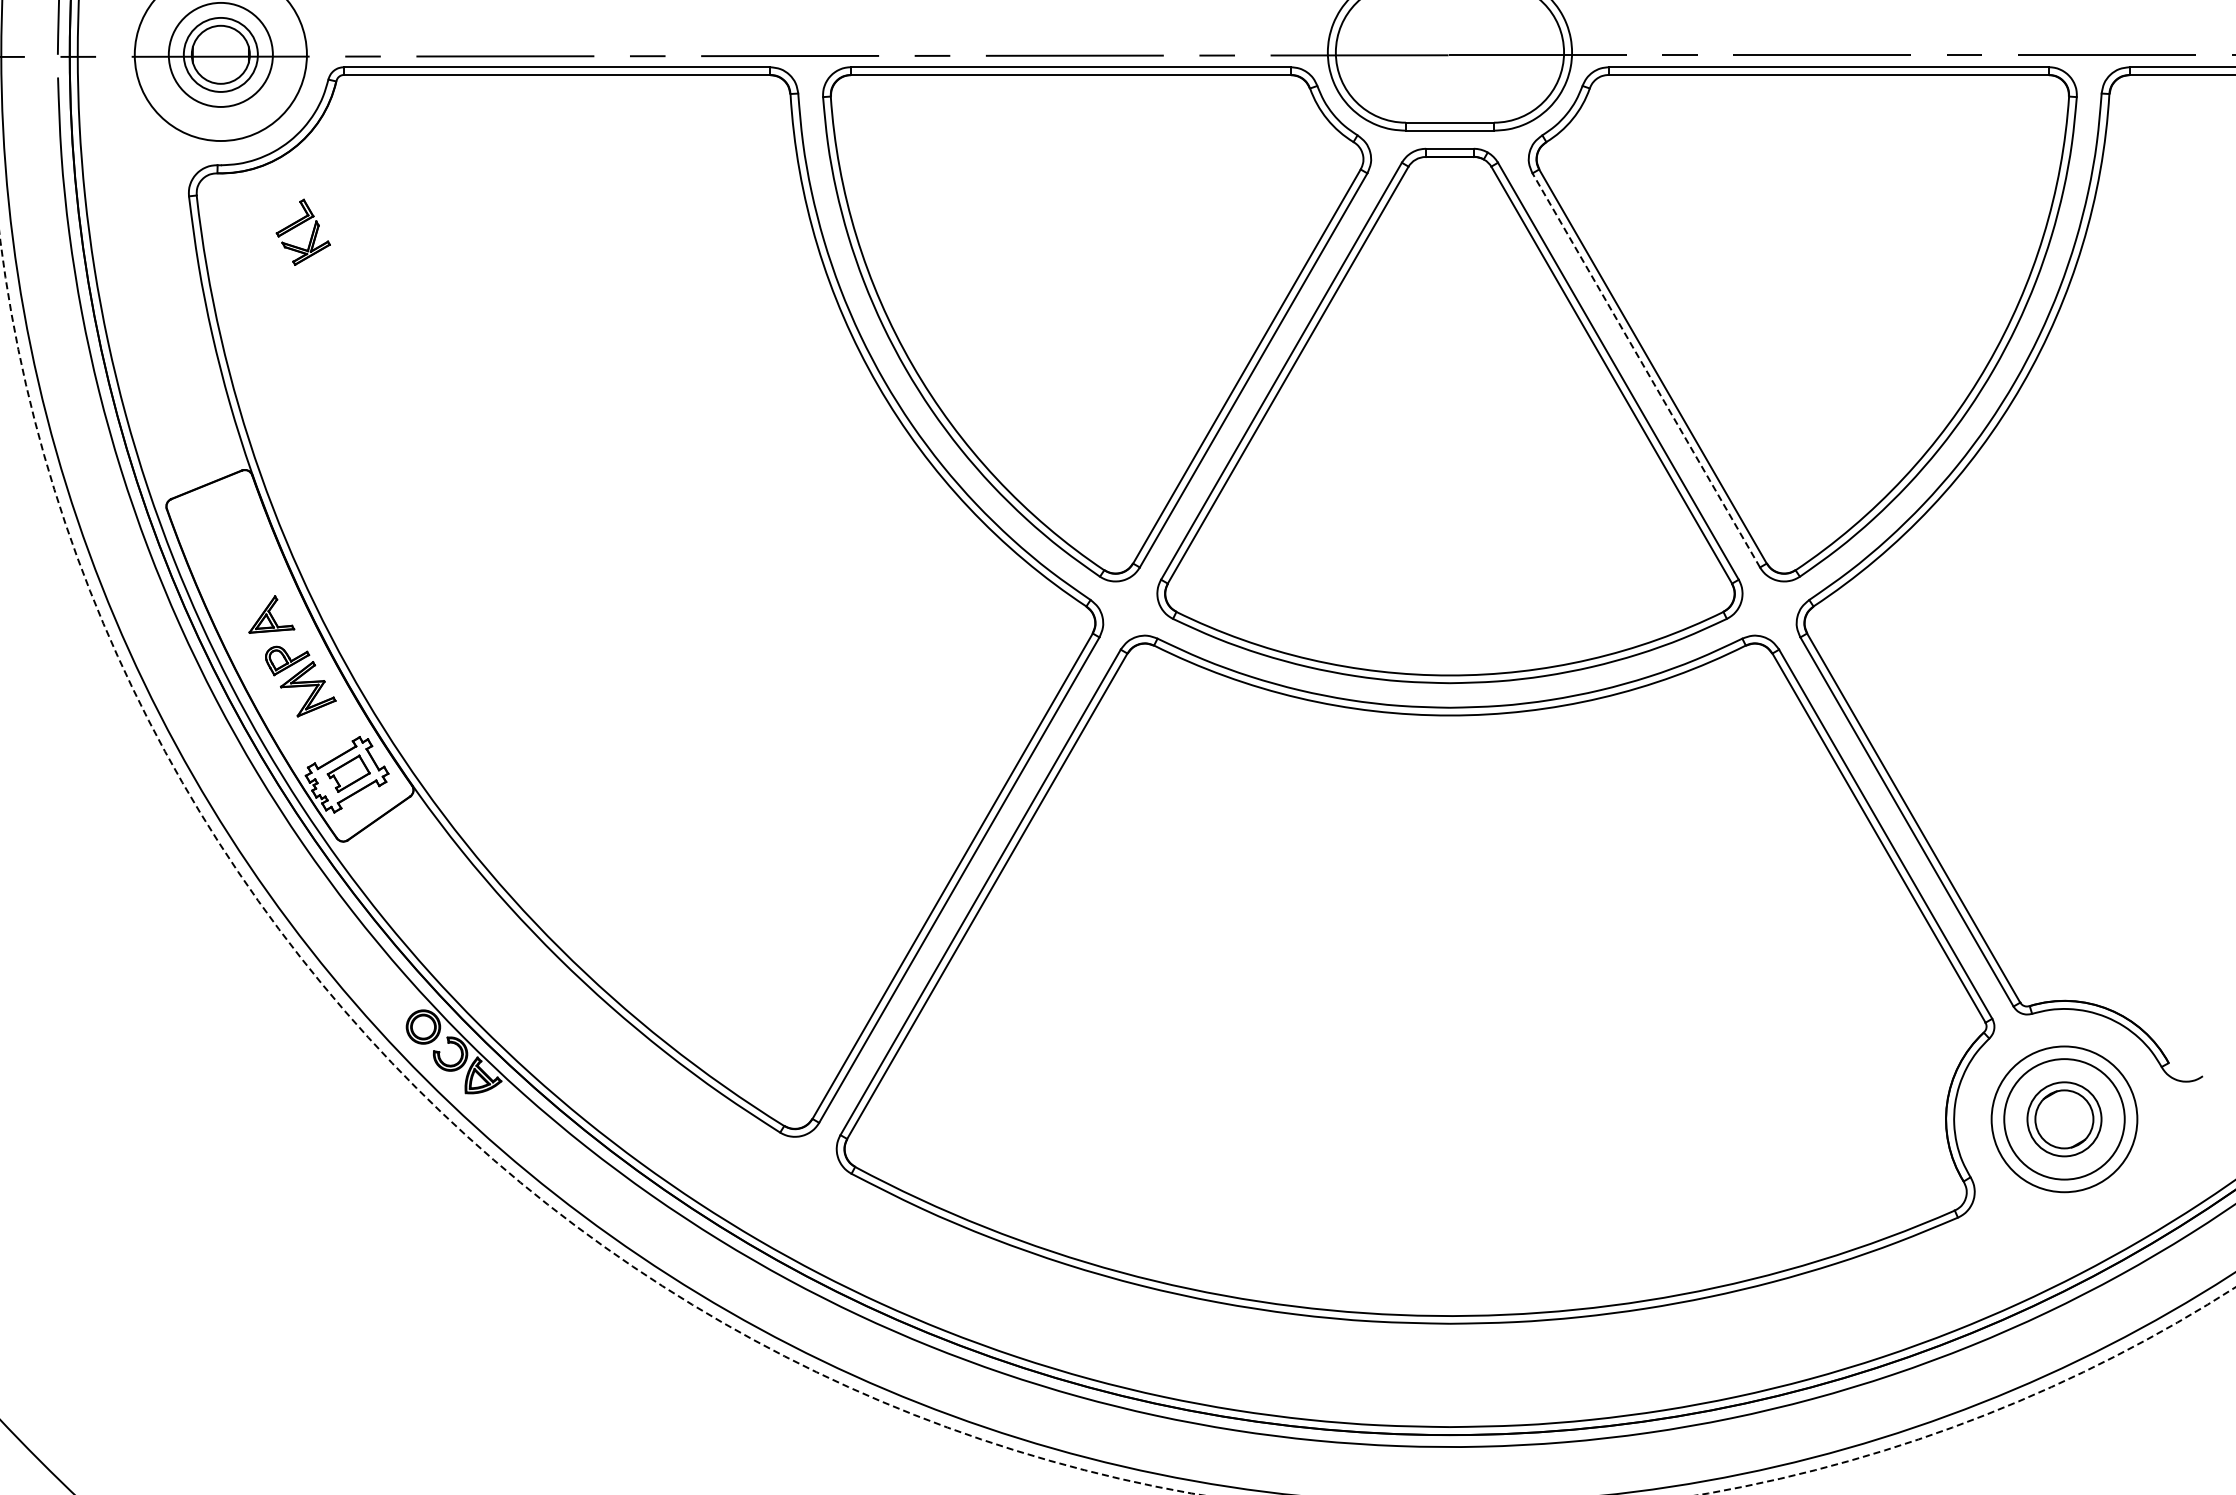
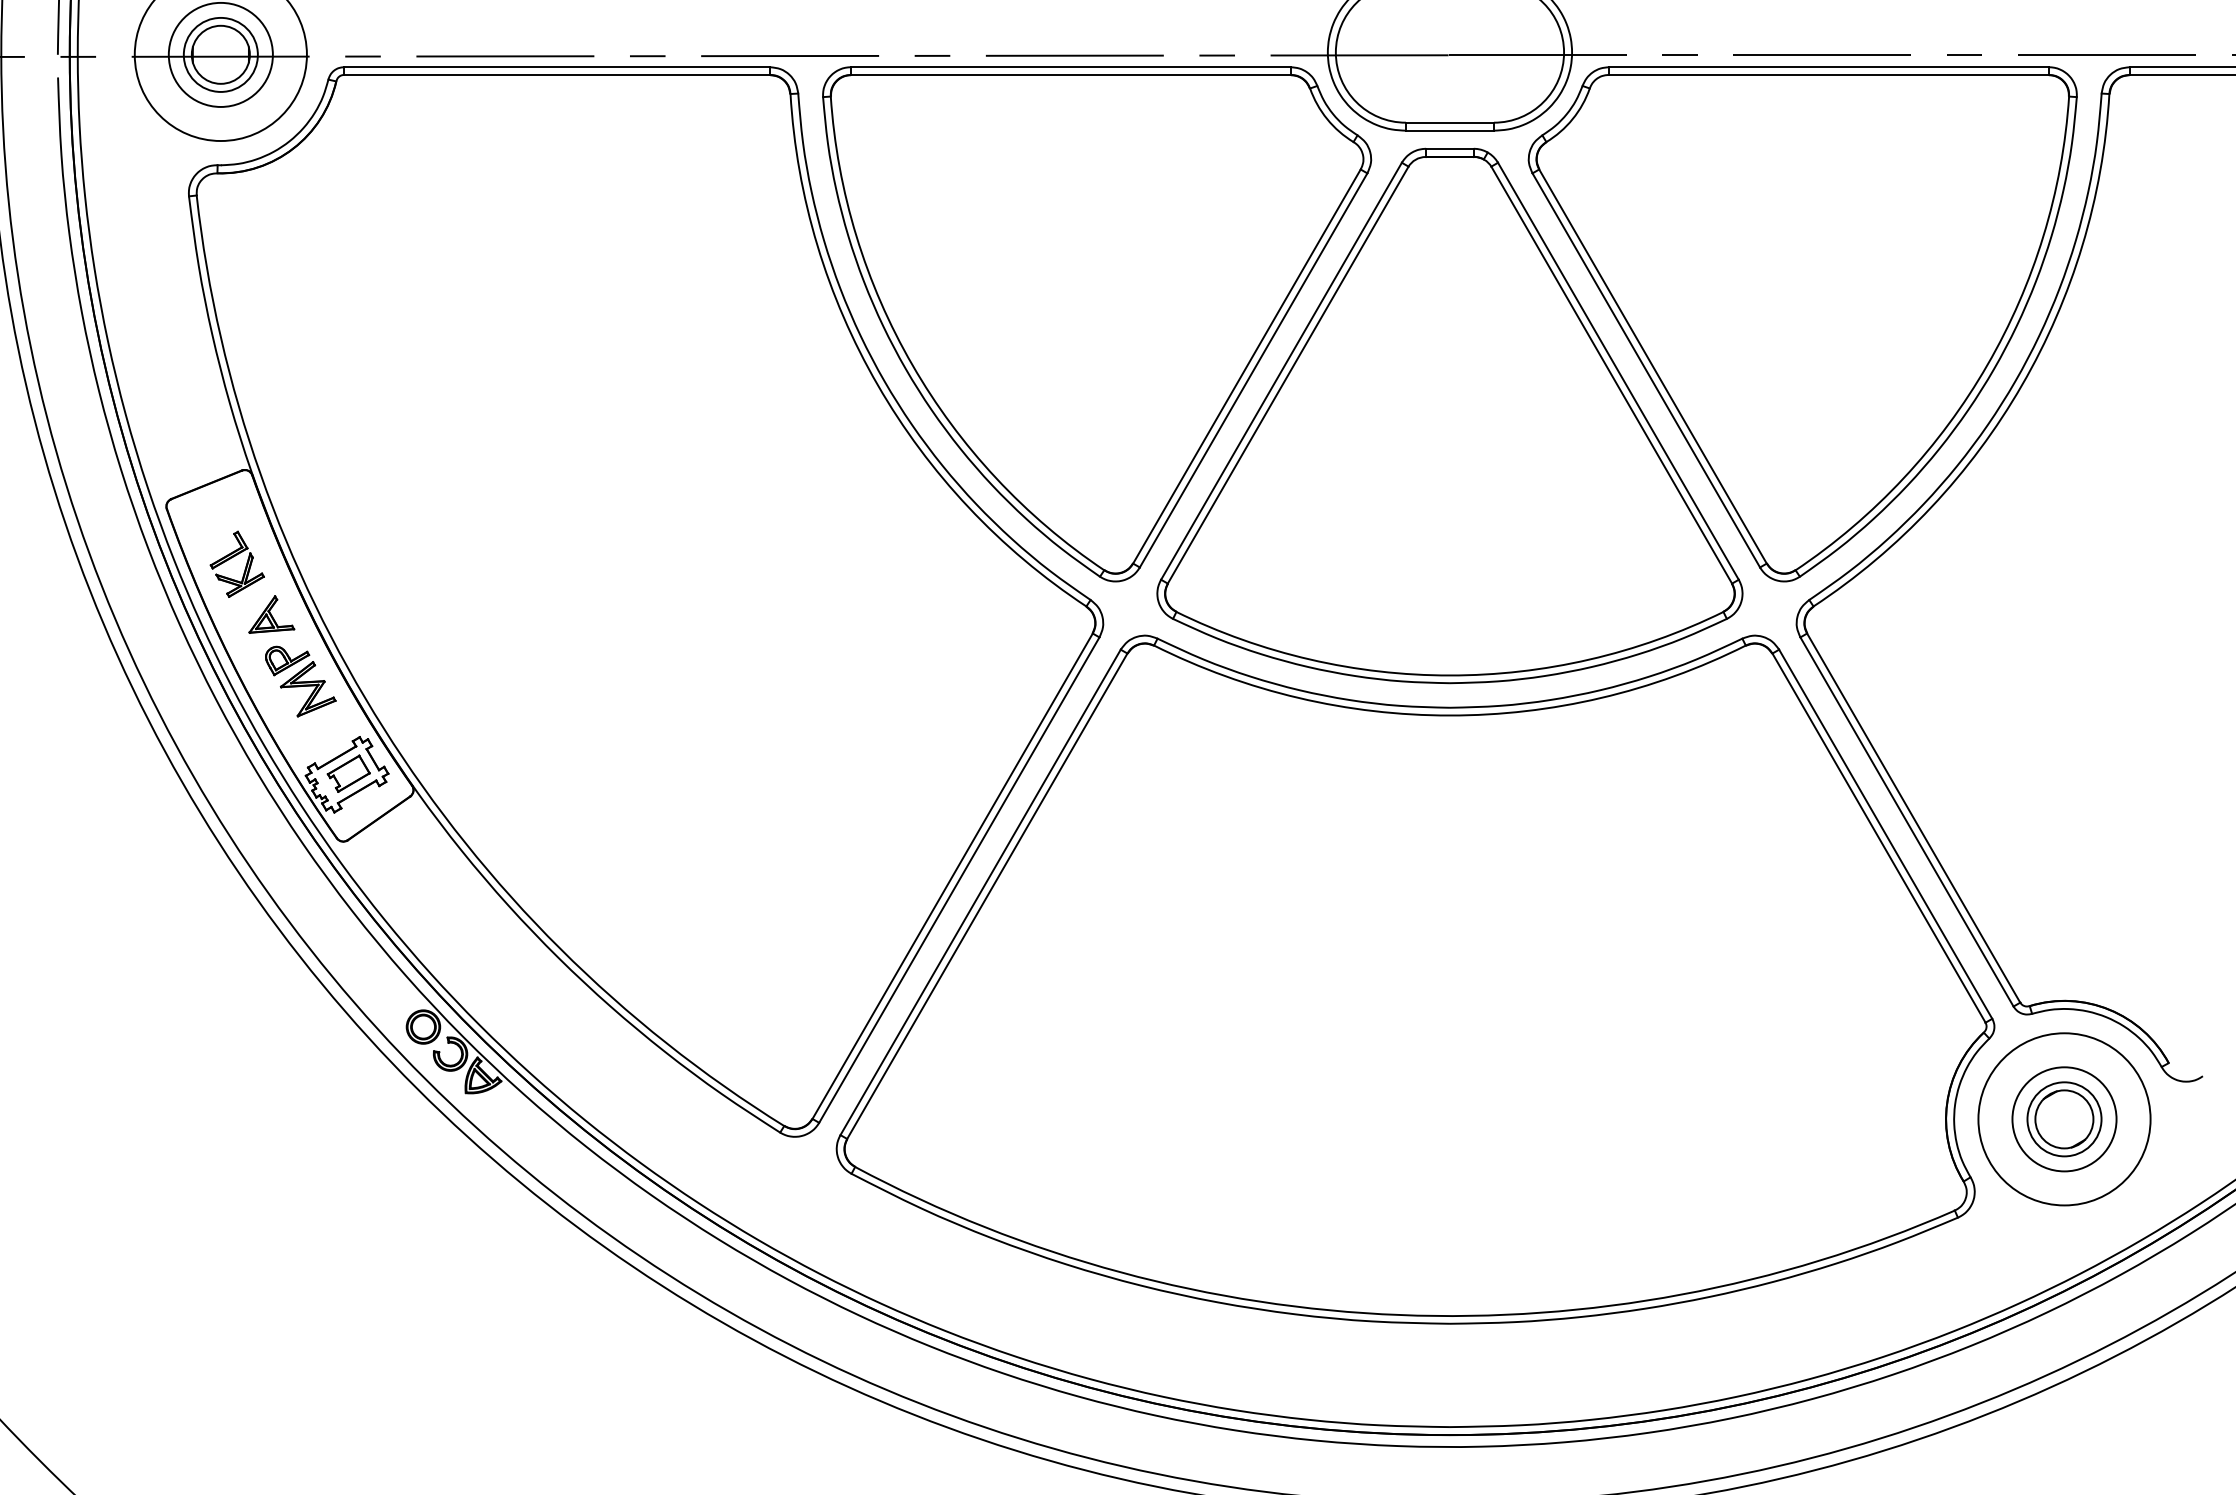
part at (298, 226) position: (298, 226) -> (232, 558)
line at (1646, 370): dashed -> solid
circle at (1117, 866): dashed -> solid
circle at (2064, 1119) diameter: 121 px -> 172 px
circle at (2064, 1119) diameter: 146 px -> 104 px
